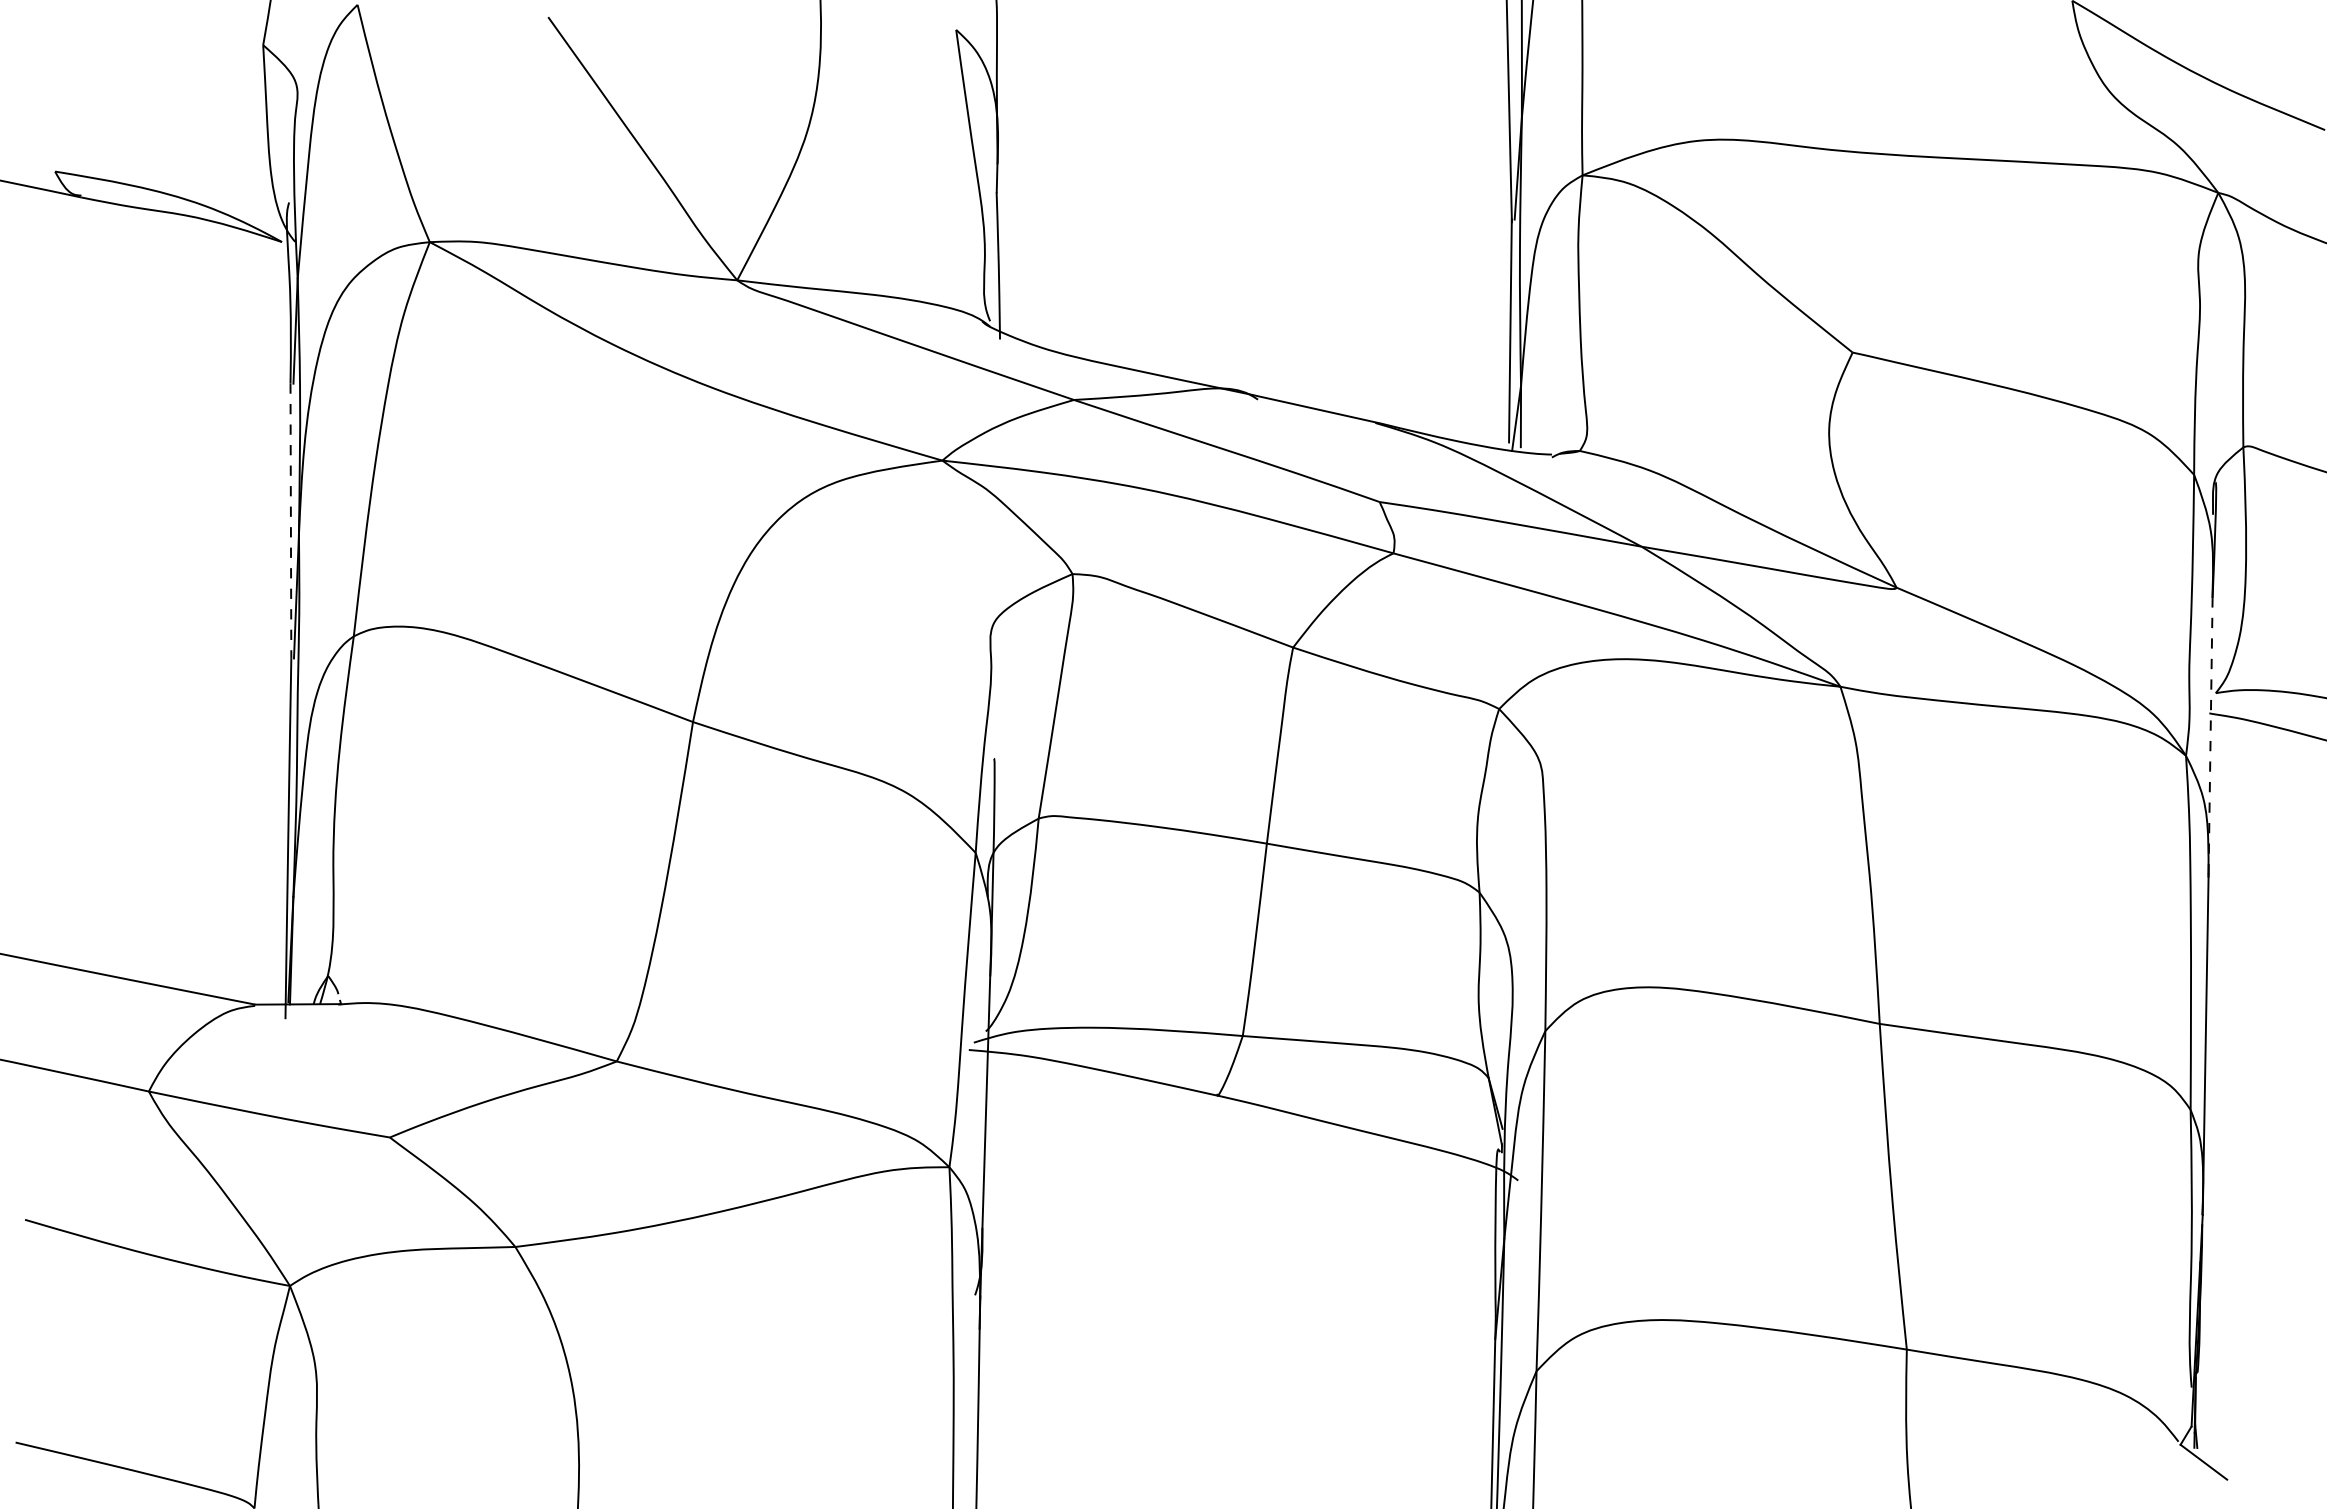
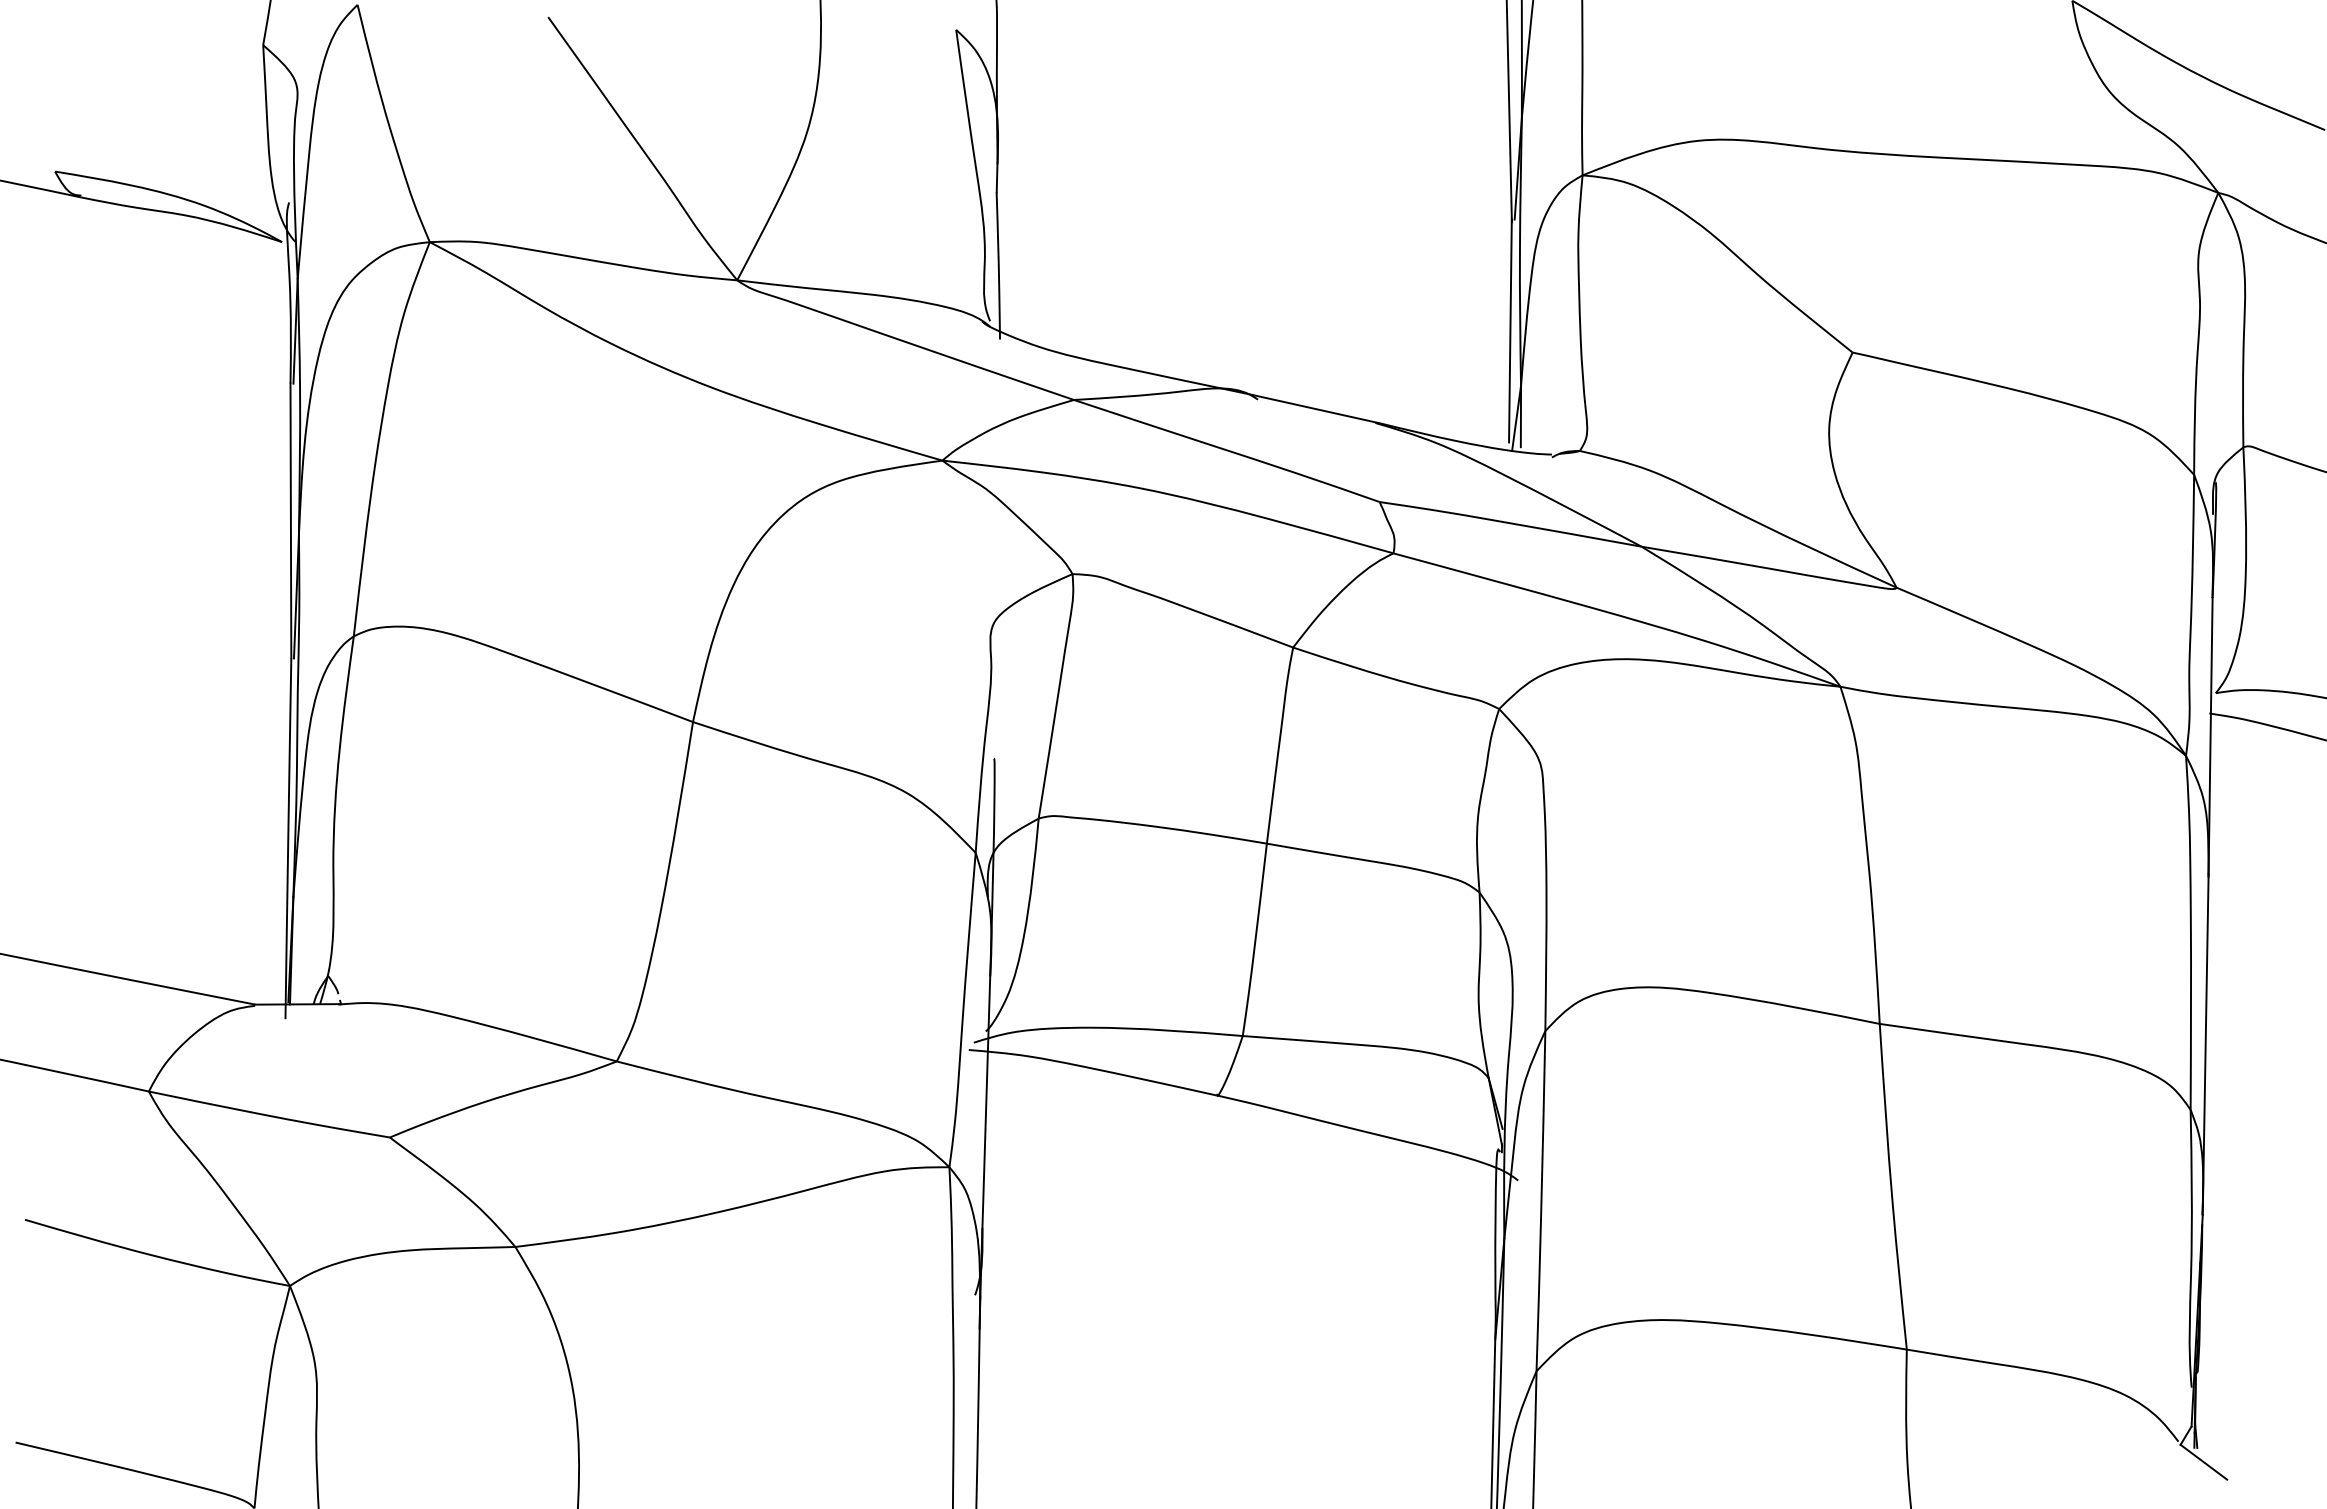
line at (290, 521): dashed -> solid
line at (2210, 735): dashed -> solid
